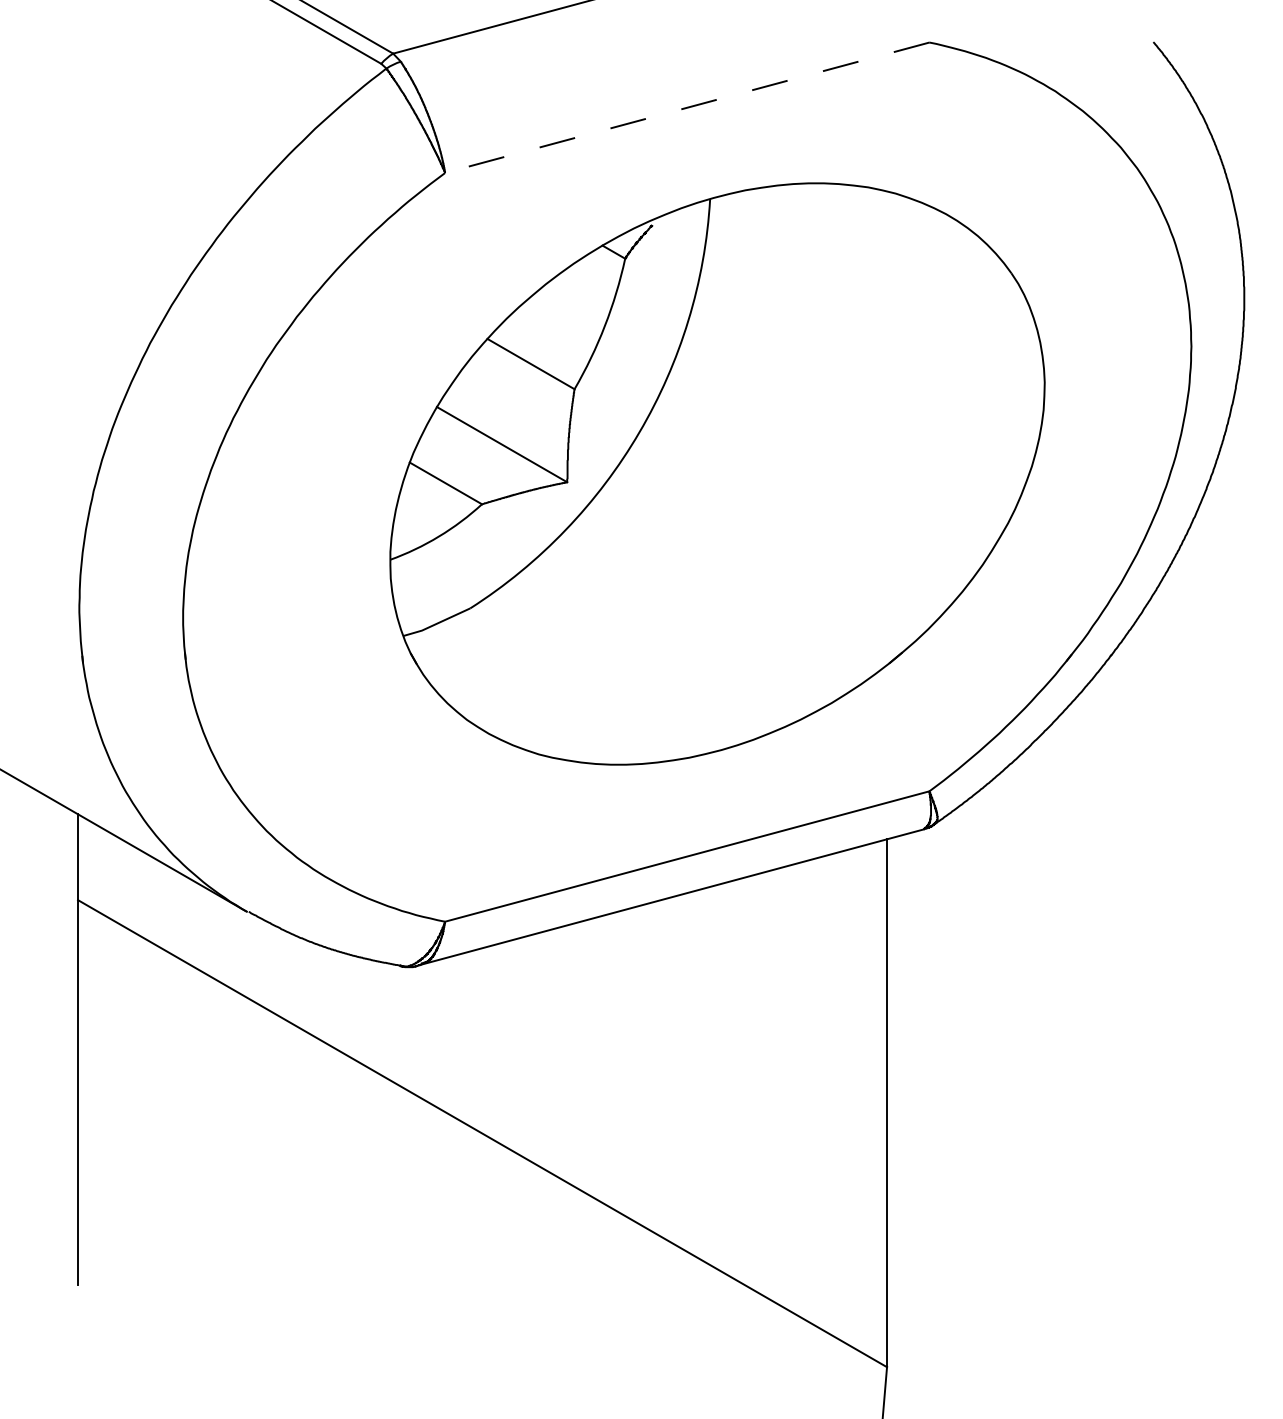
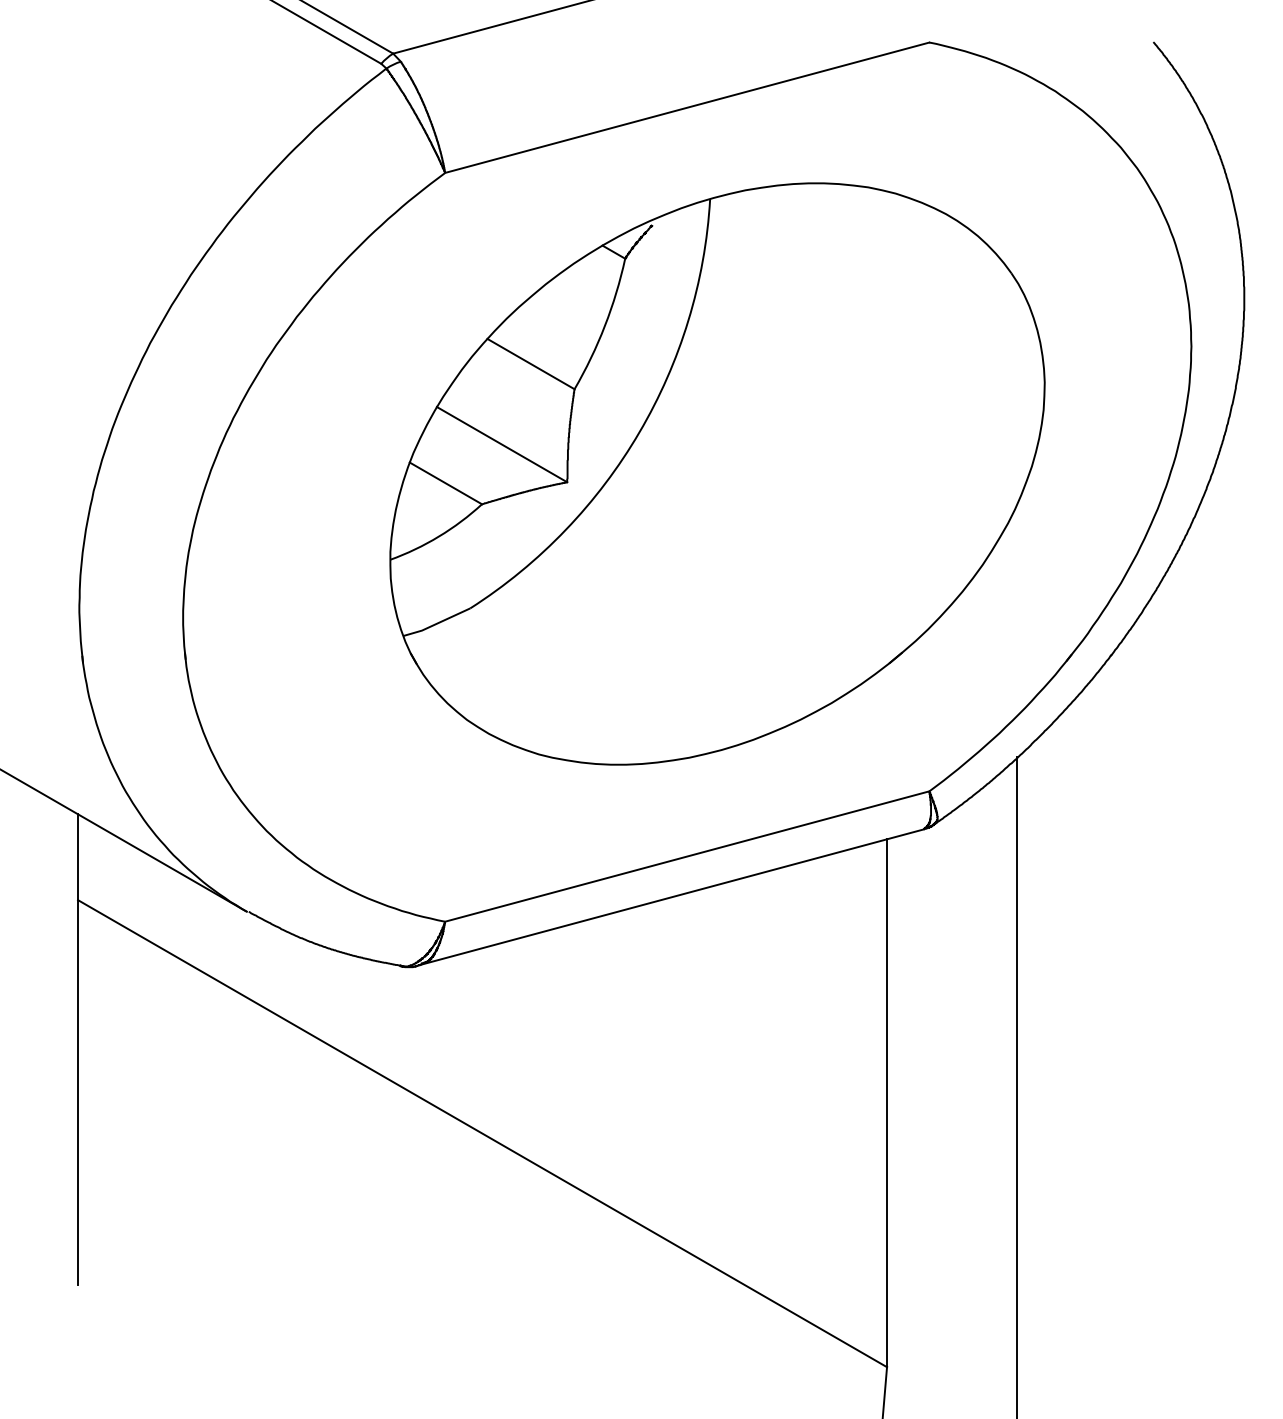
line at (687, 107): dashed -> solid
line at (1016, 1086): none -> present
